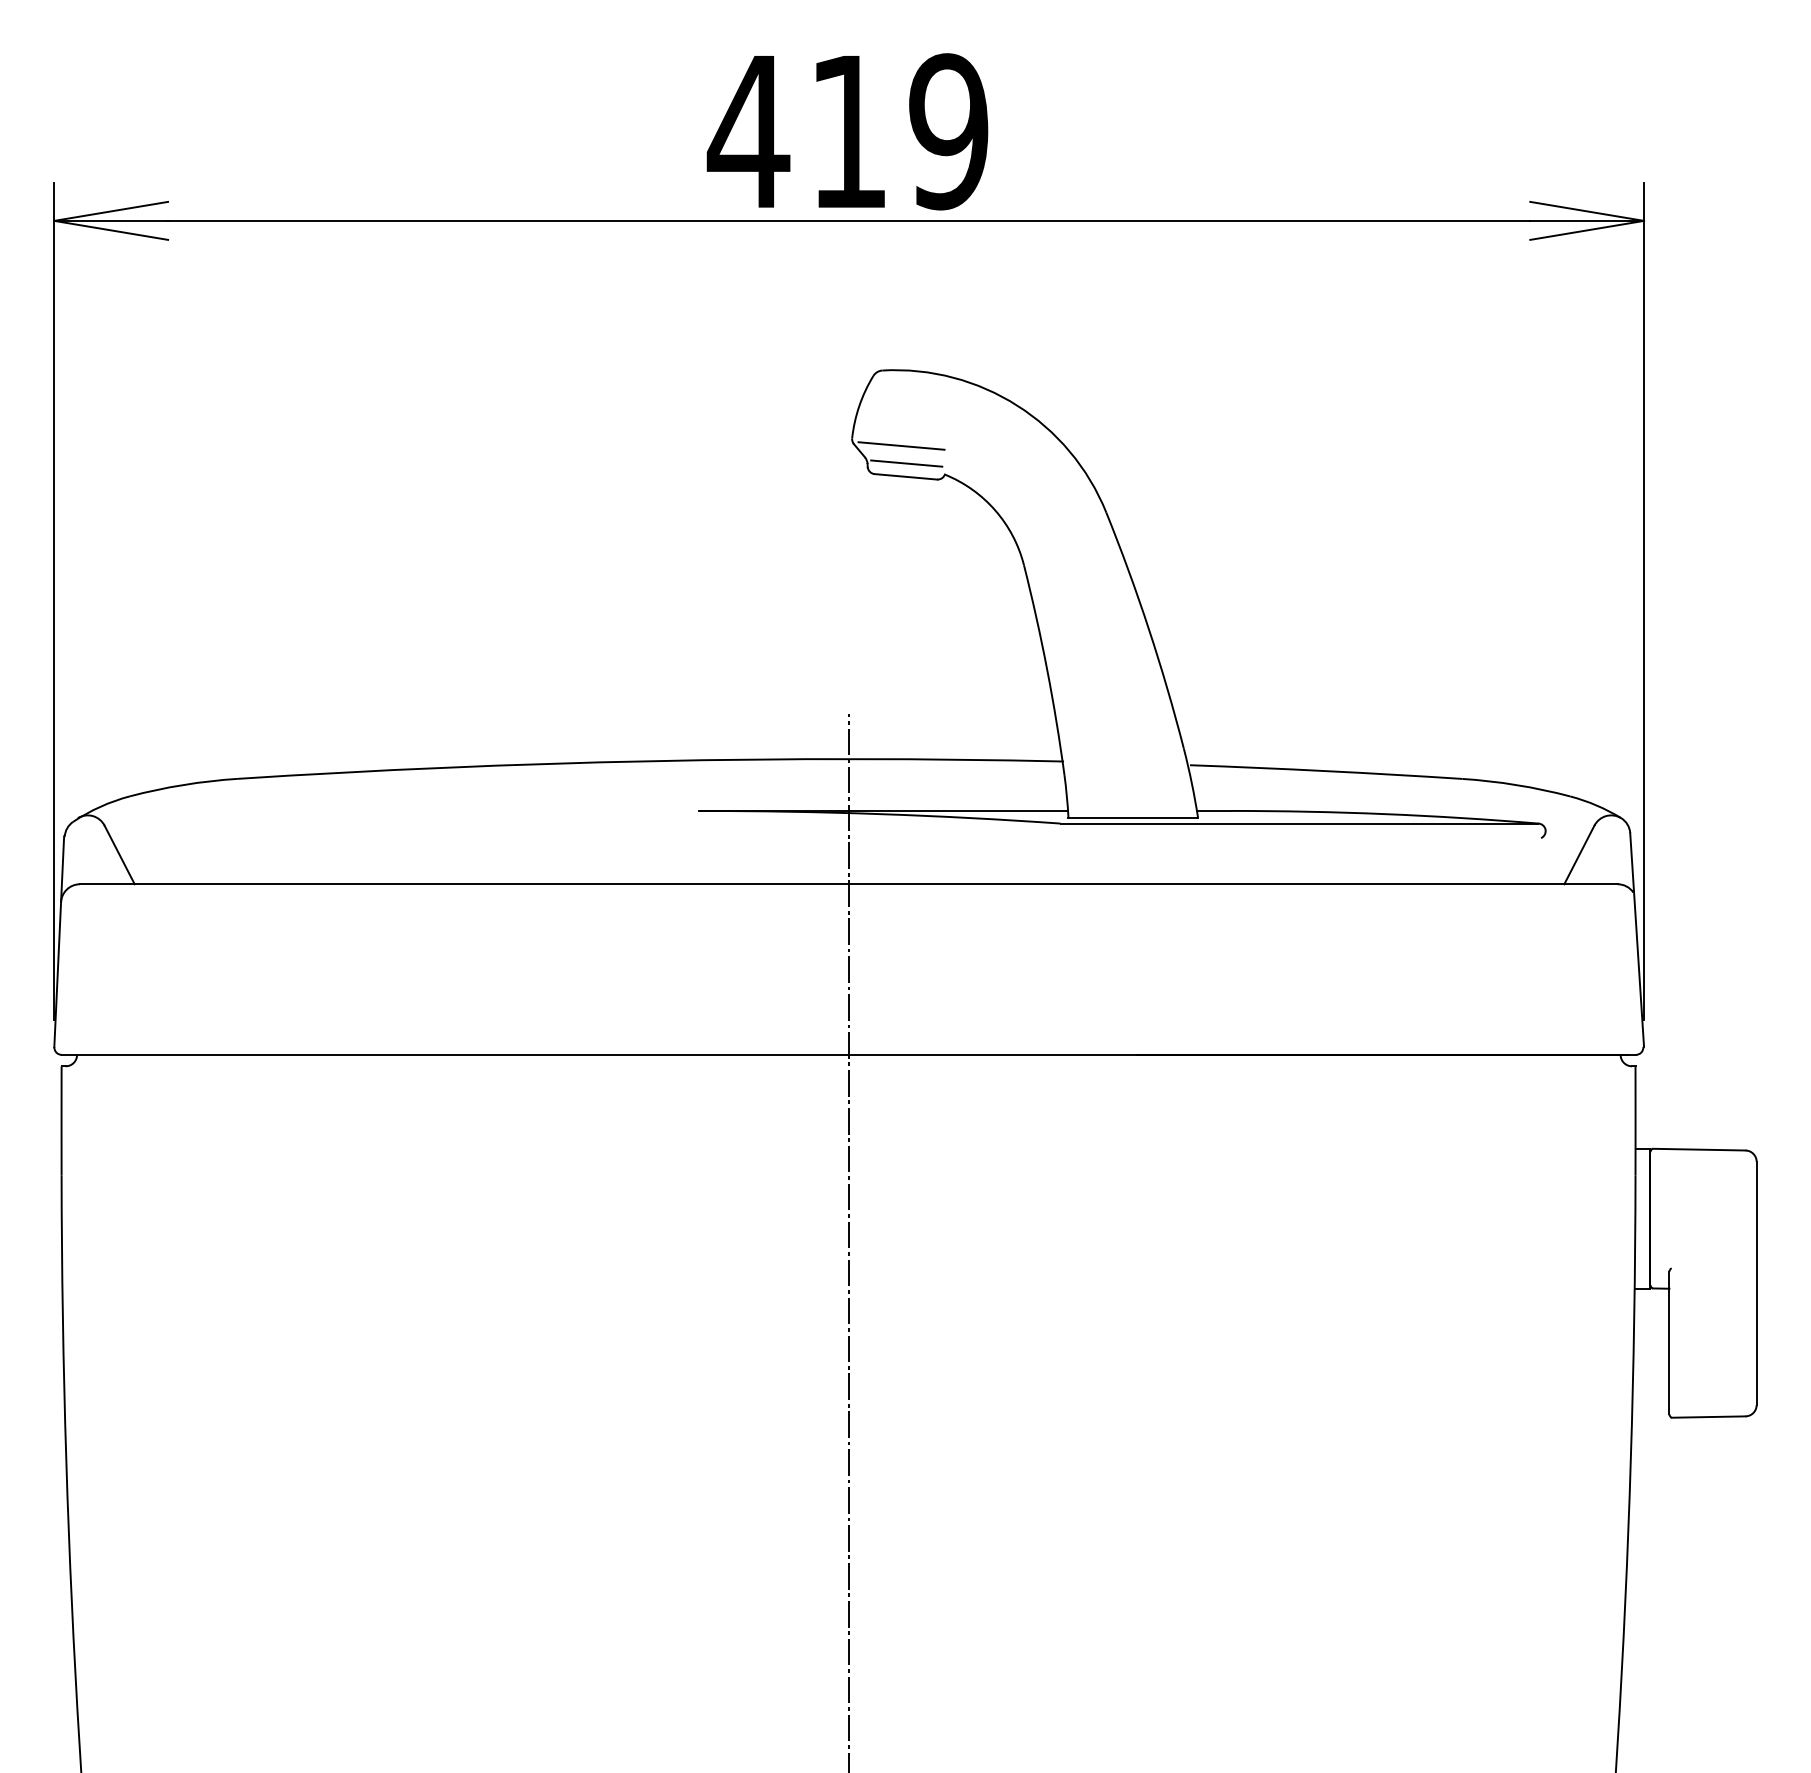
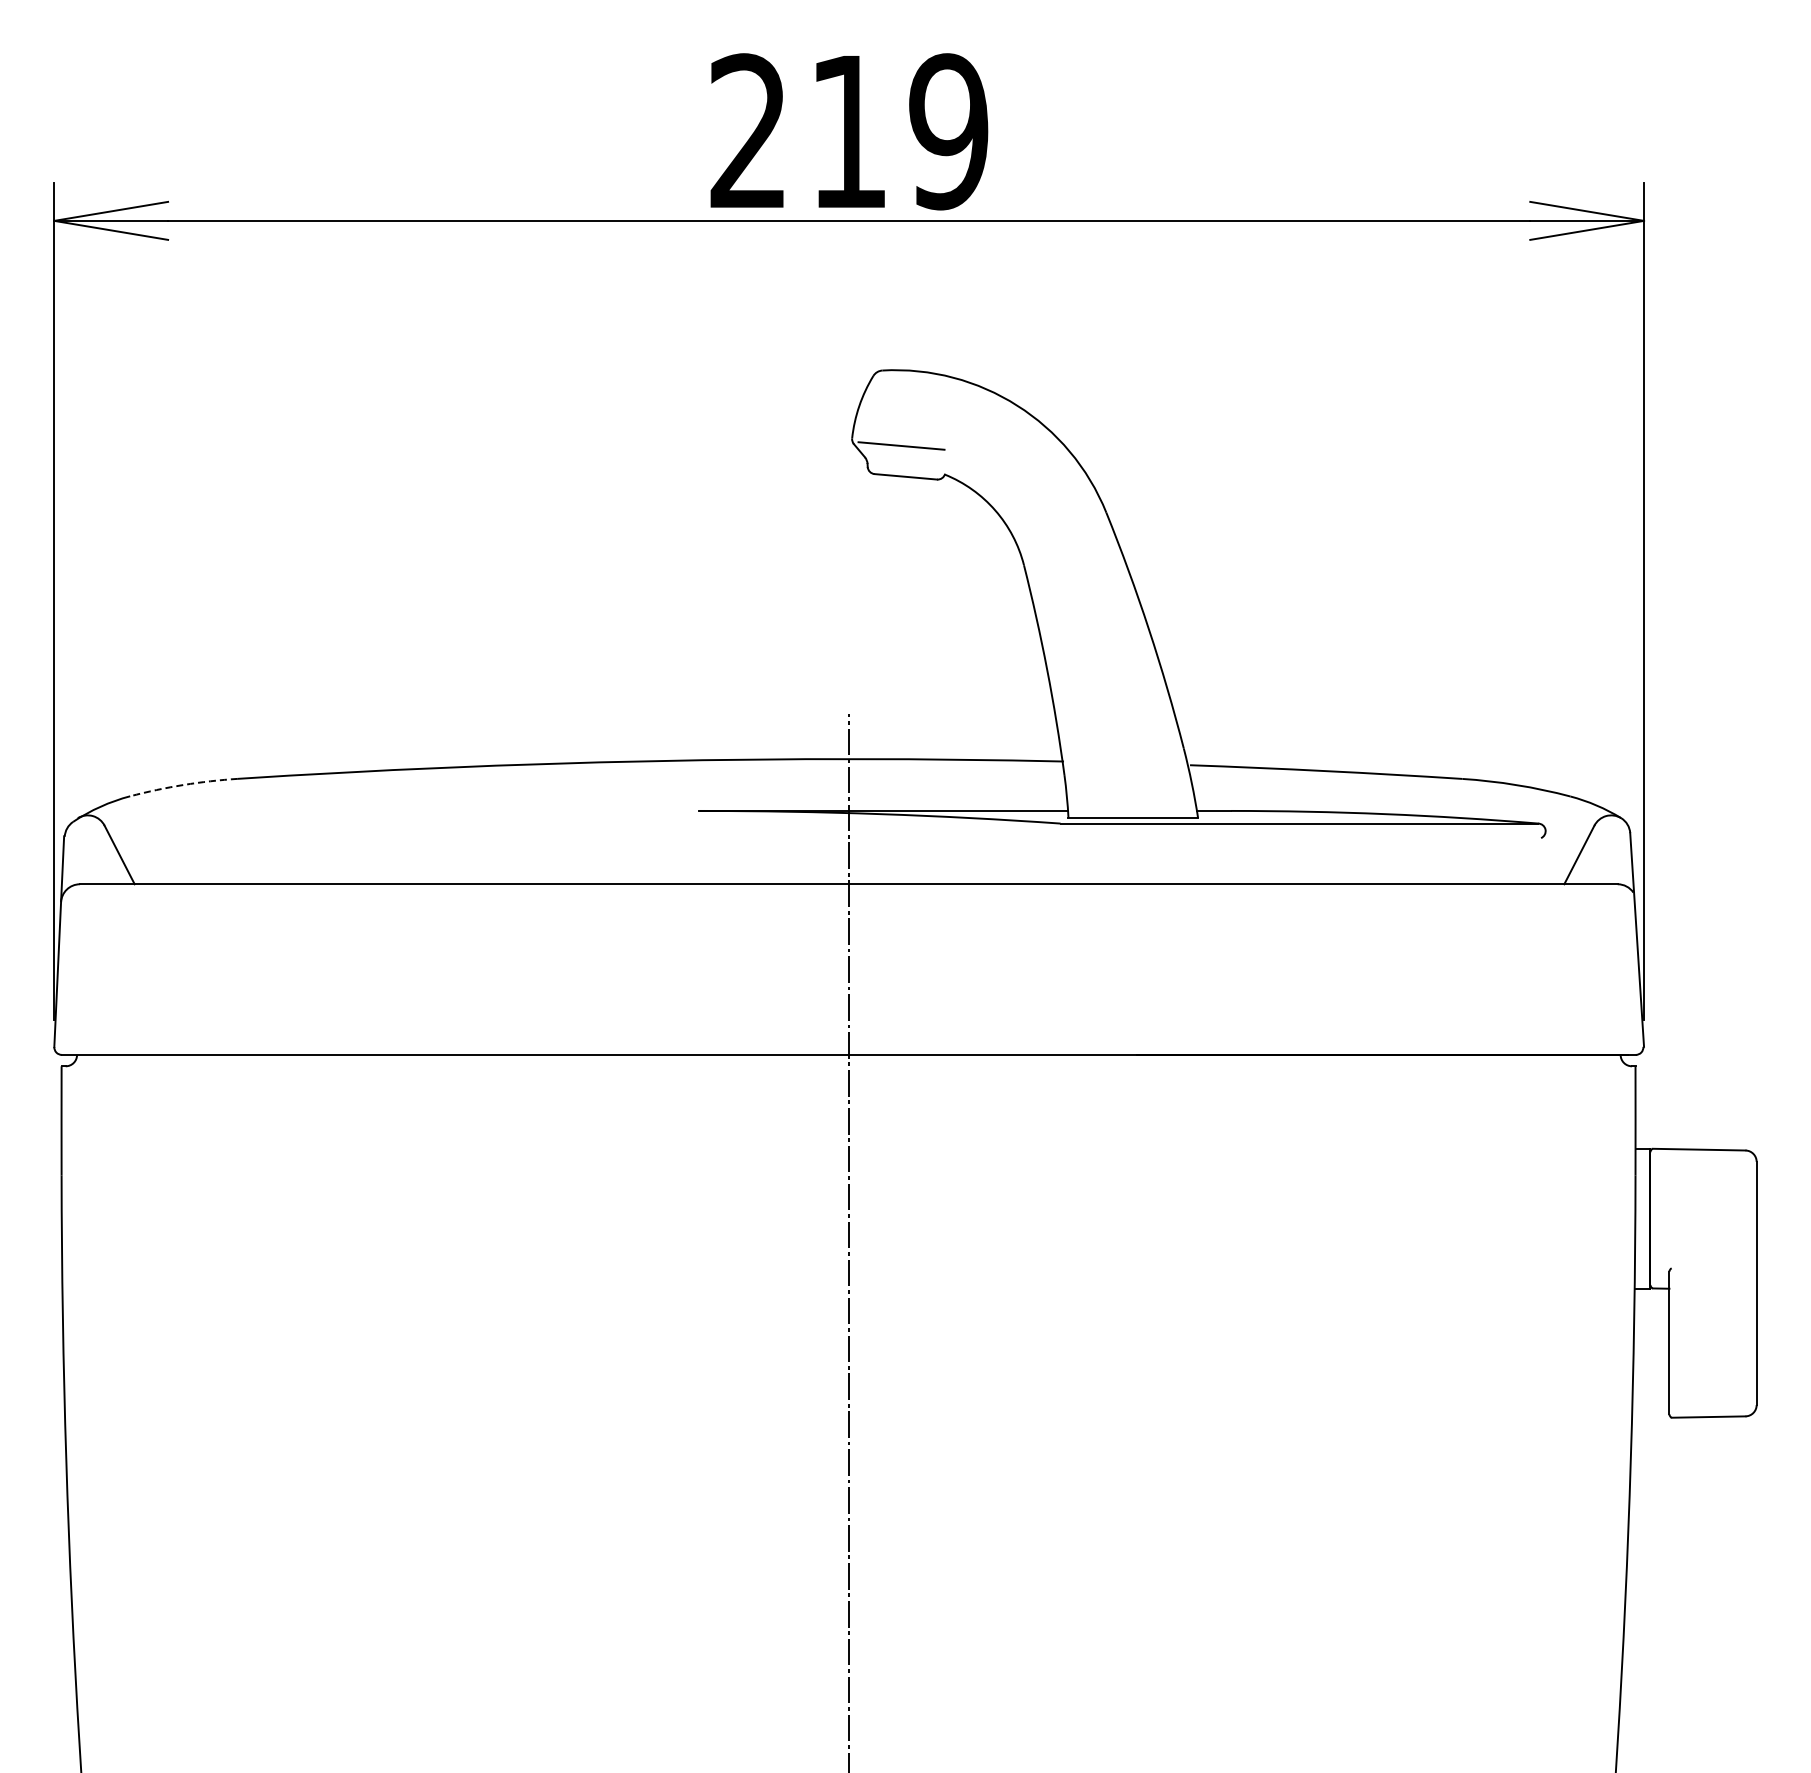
text at (748, 130): 419 -> 219
line at (906, 463): present -> none
arc at (183, 784): solid -> dashed
